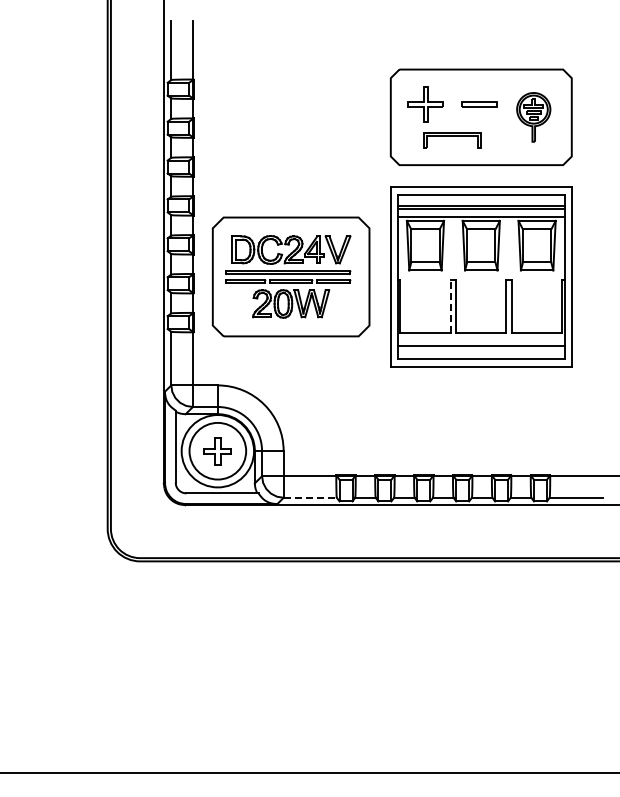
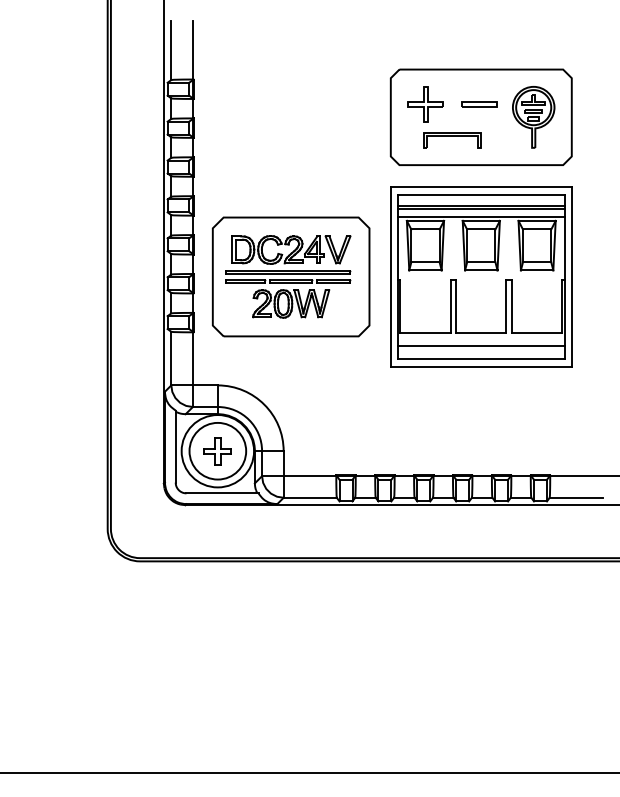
part at (533, 117) size: 36x51 px -> 44x63 px
line at (450, 306): dashed -> solid
line at (310, 497): dashed -> solid
